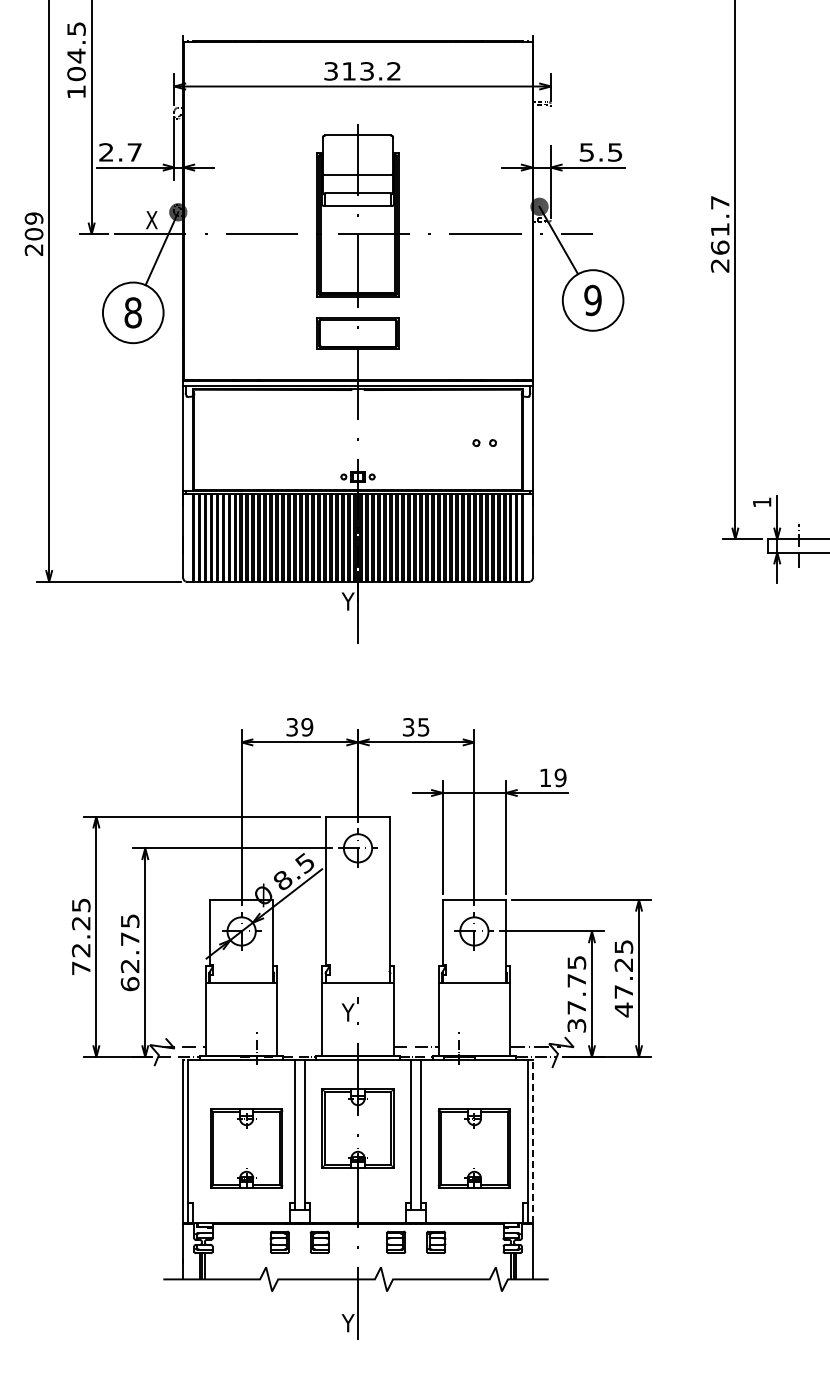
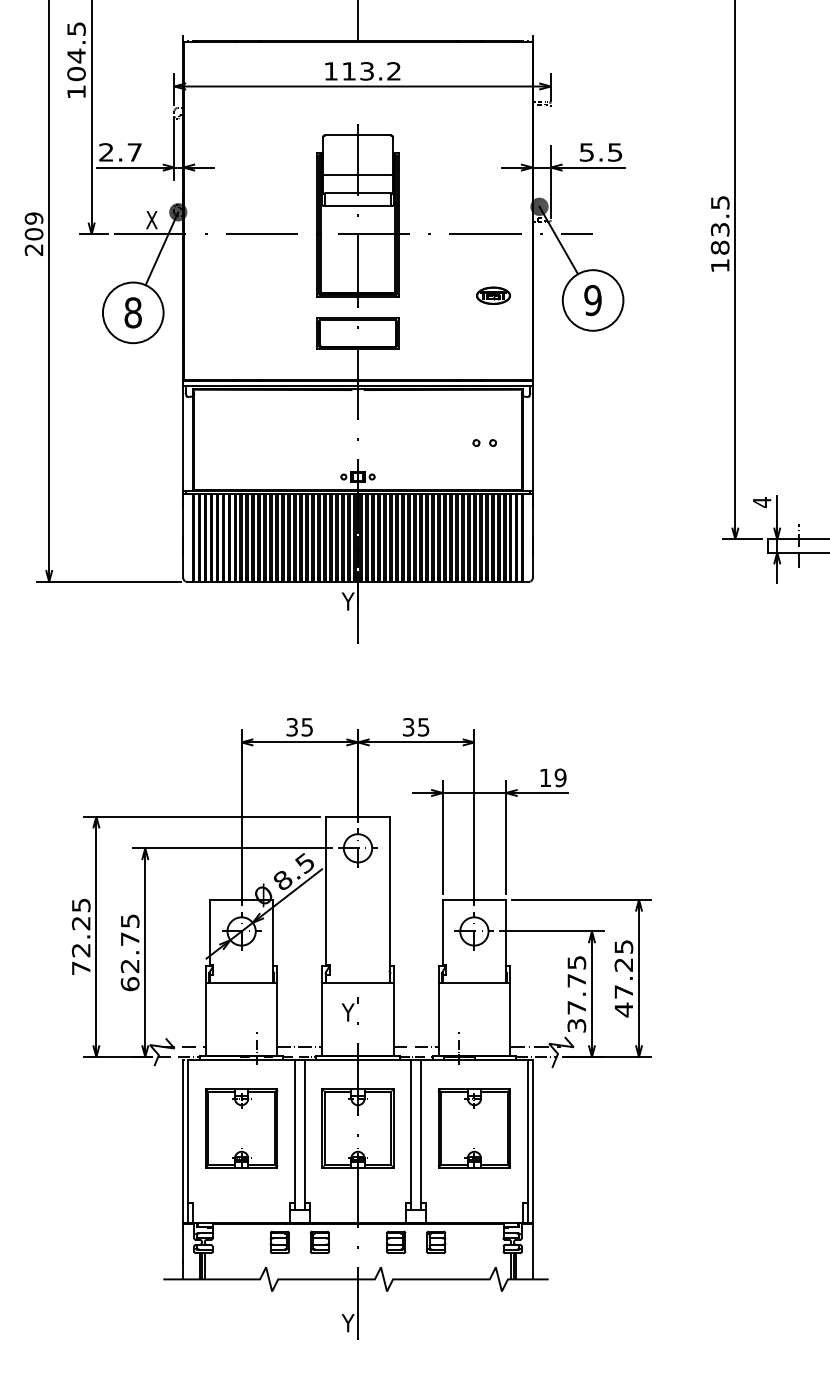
line at (358, 21): none -> present
text at (330, 71): 313.2 -> 113.2
text at (719, 234): 261.7 -> 183.5
part at (493, 295): none -> present
text at (762, 502): 1 -> 4
text at (307, 727): 39 -> 35
line at (299, 1047): none -> present
line at (532, 1141): dashed -> solid
part at (246, 1148) position: (246, 1148) -> (241, 1128)
part at (473, 1148) position: (473, 1148) -> (473, 1128)
